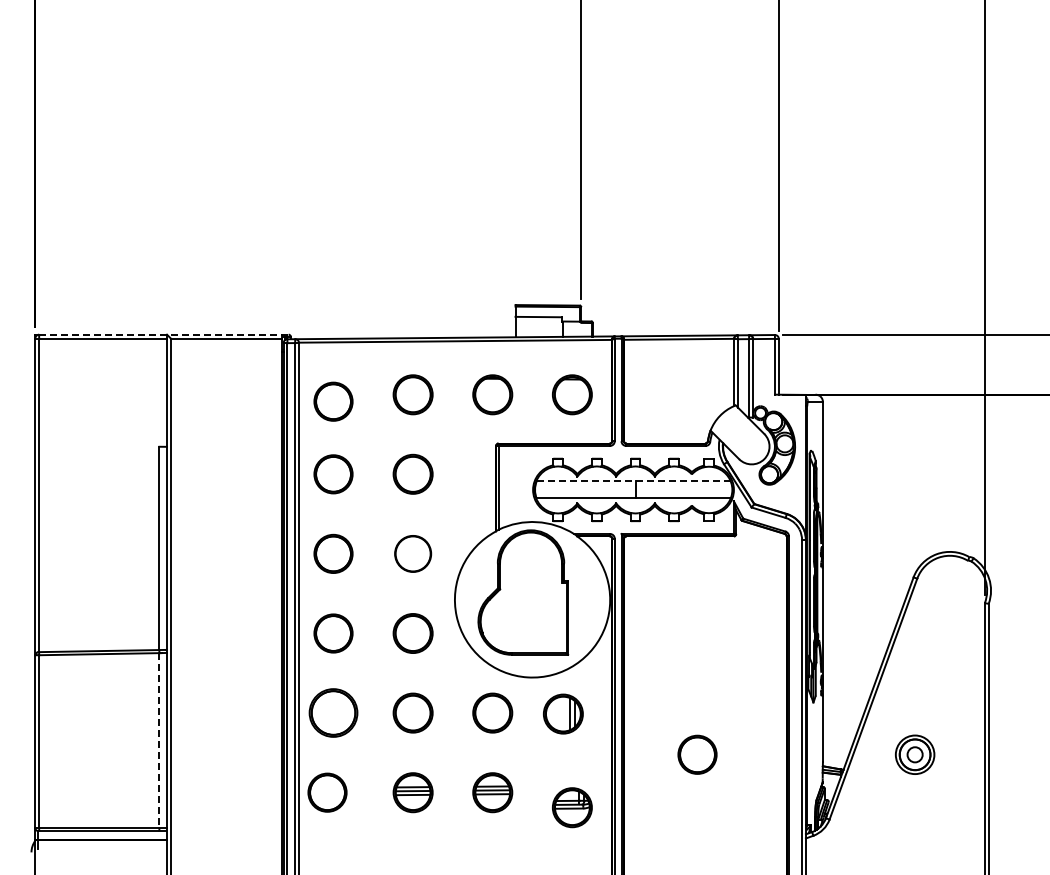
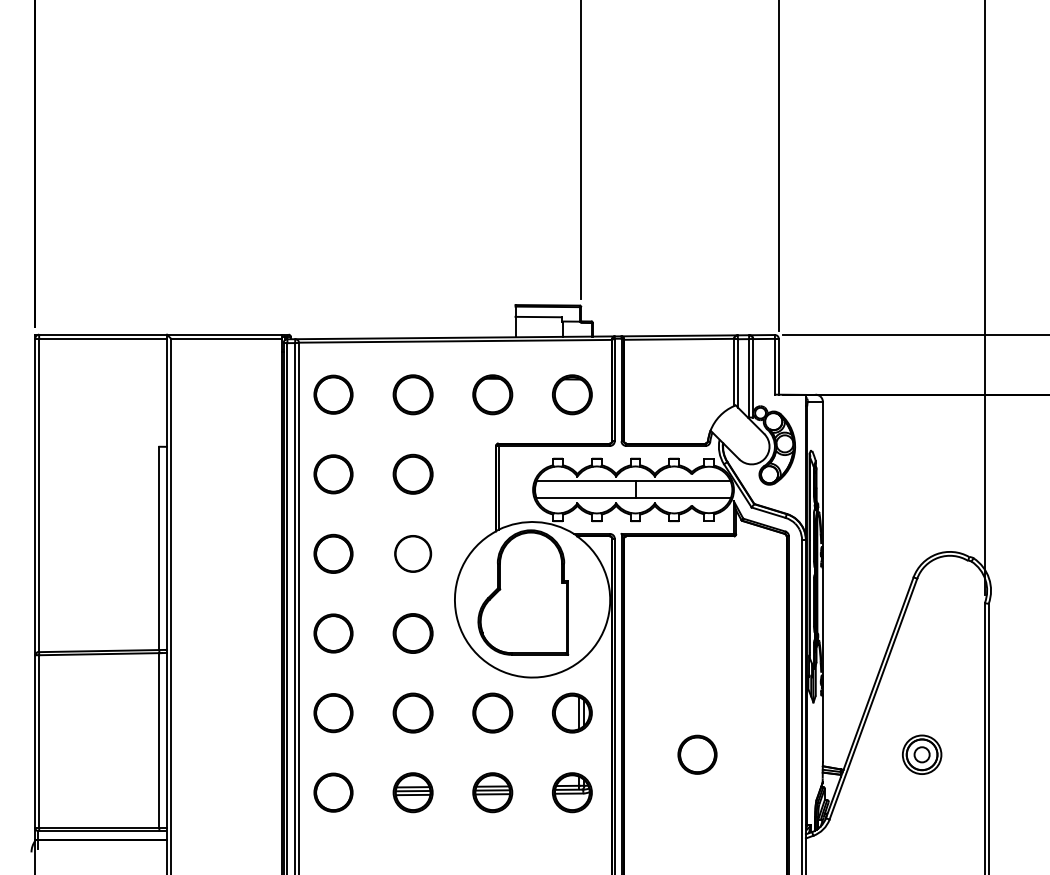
line at (163, 334): dashed -> solid
part at (333, 401) position: (333, 401) -> (333, 394)
line at (634, 481): dashed -> solid
part at (333, 712) size: 51x50 px -> 41x41 px
part at (563, 713) position: (563, 713) -> (572, 712)
line at (159, 741): dashed -> solid
part at (915, 754) position: (915, 754) -> (922, 754)
part at (327, 792) position: (327, 792) -> (333, 792)
part at (572, 807) position: (572, 807) -> (572, 792)
